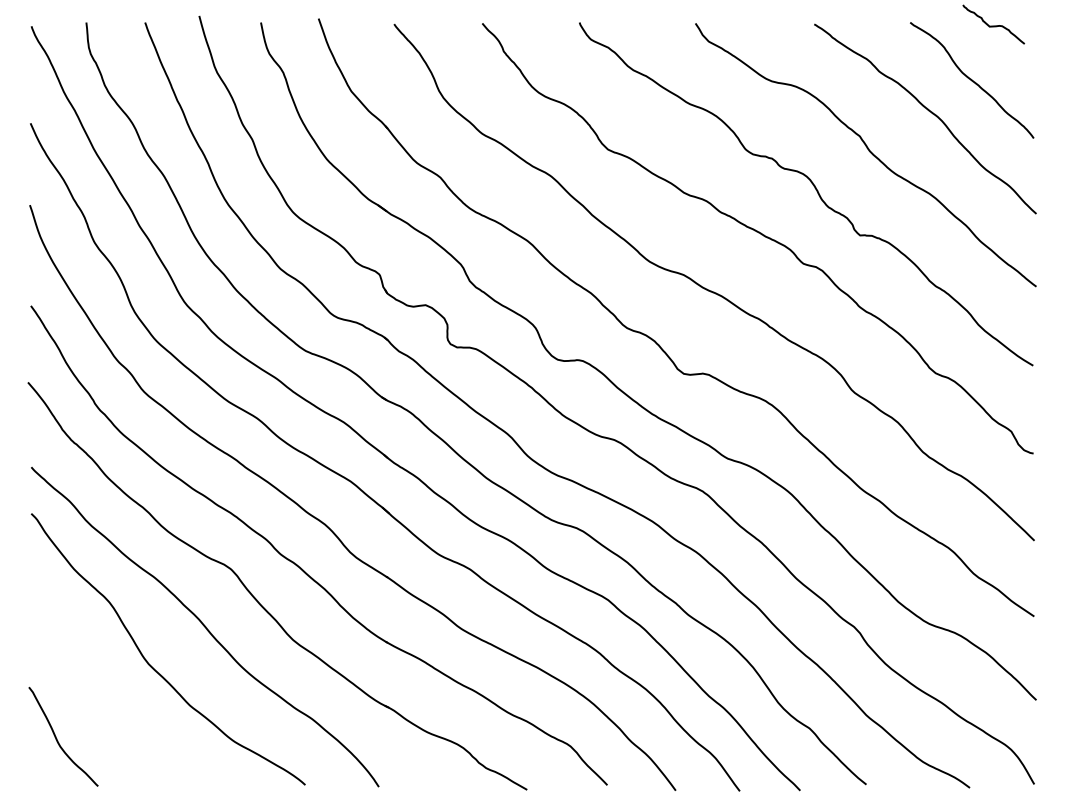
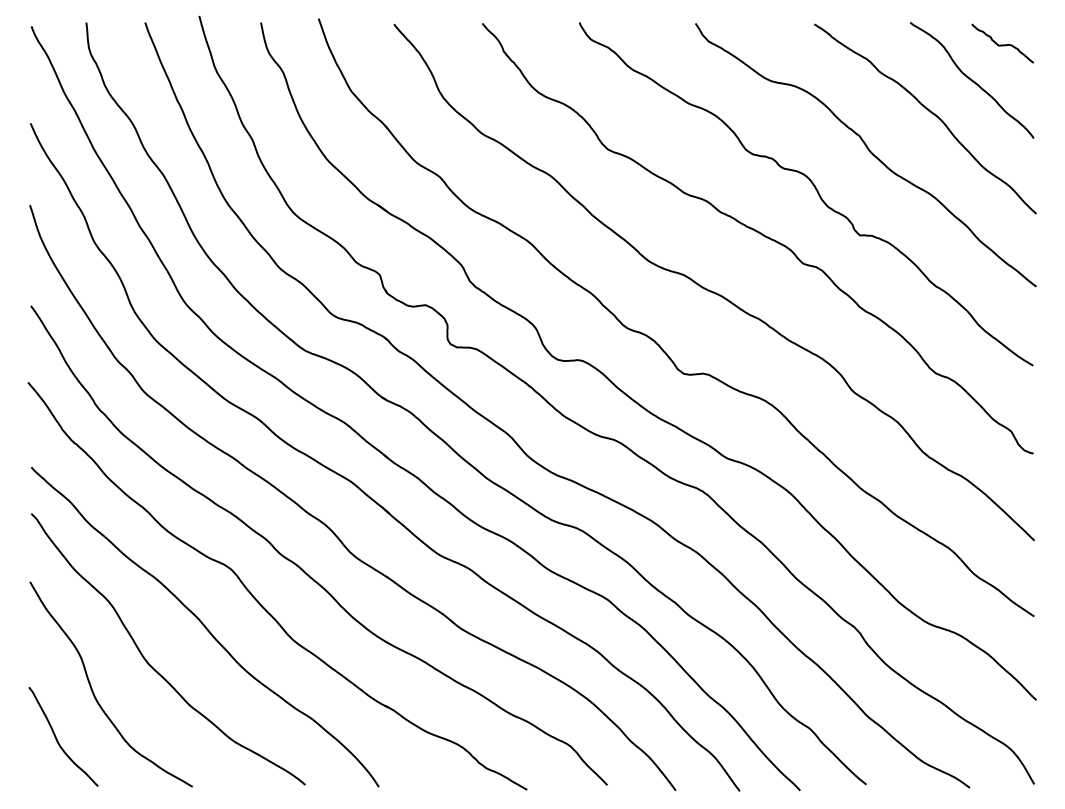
curve at (993, 25) position: (993, 25) -> (1002, 44)
curve at (93, 690): none -> present
